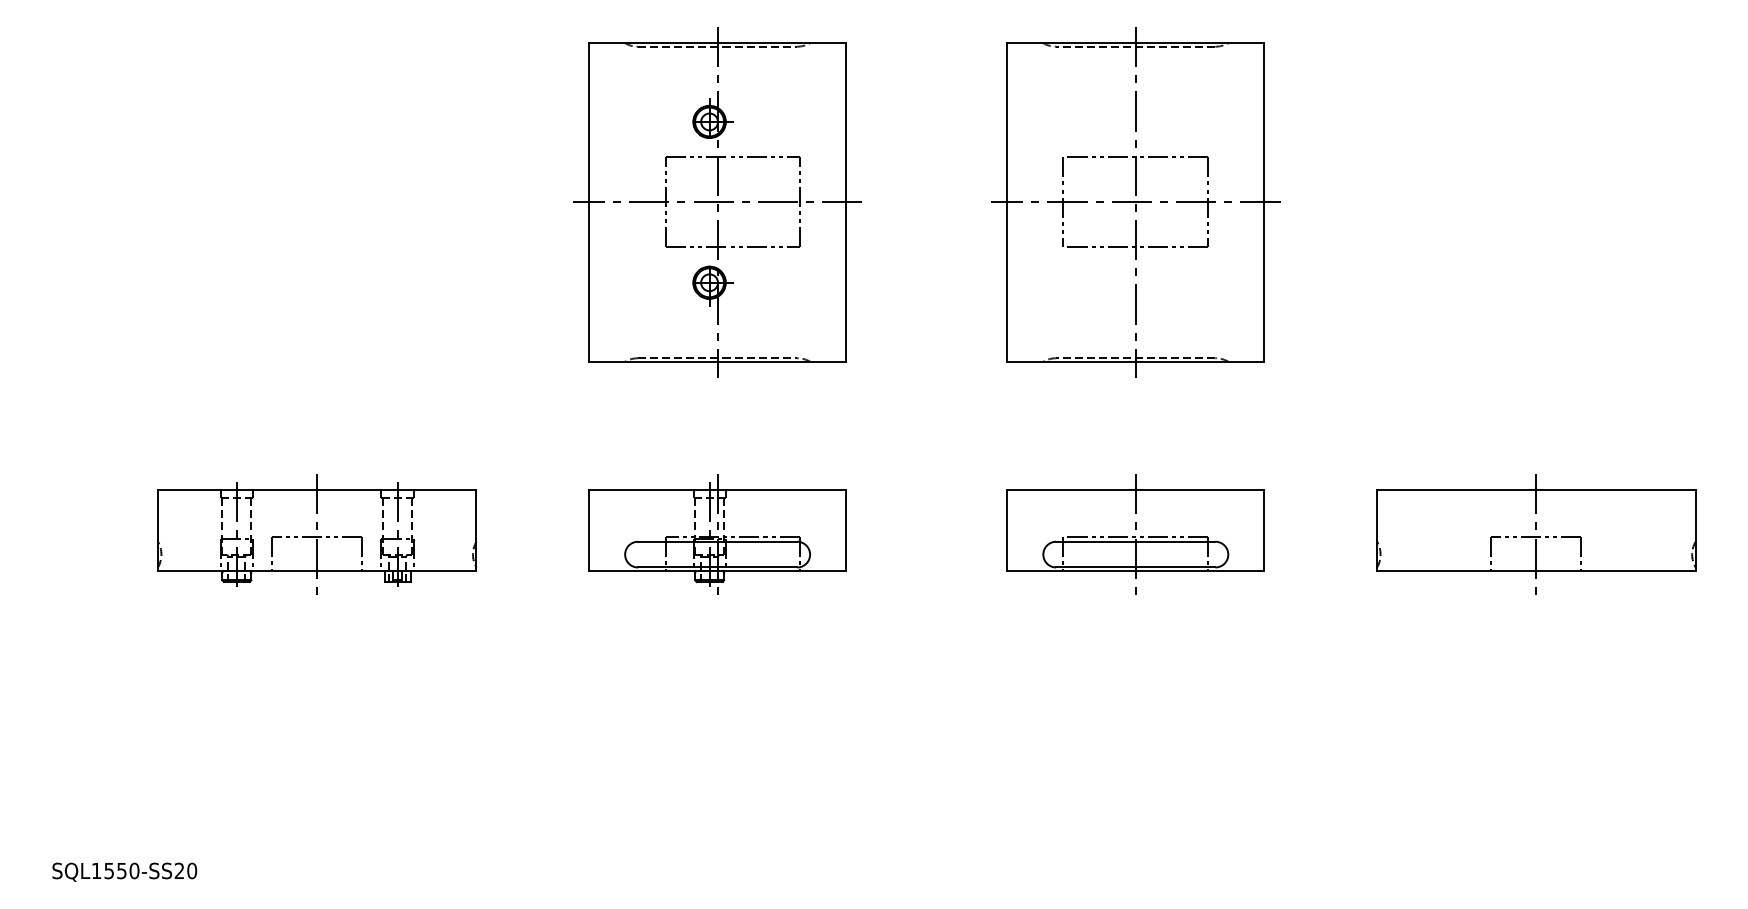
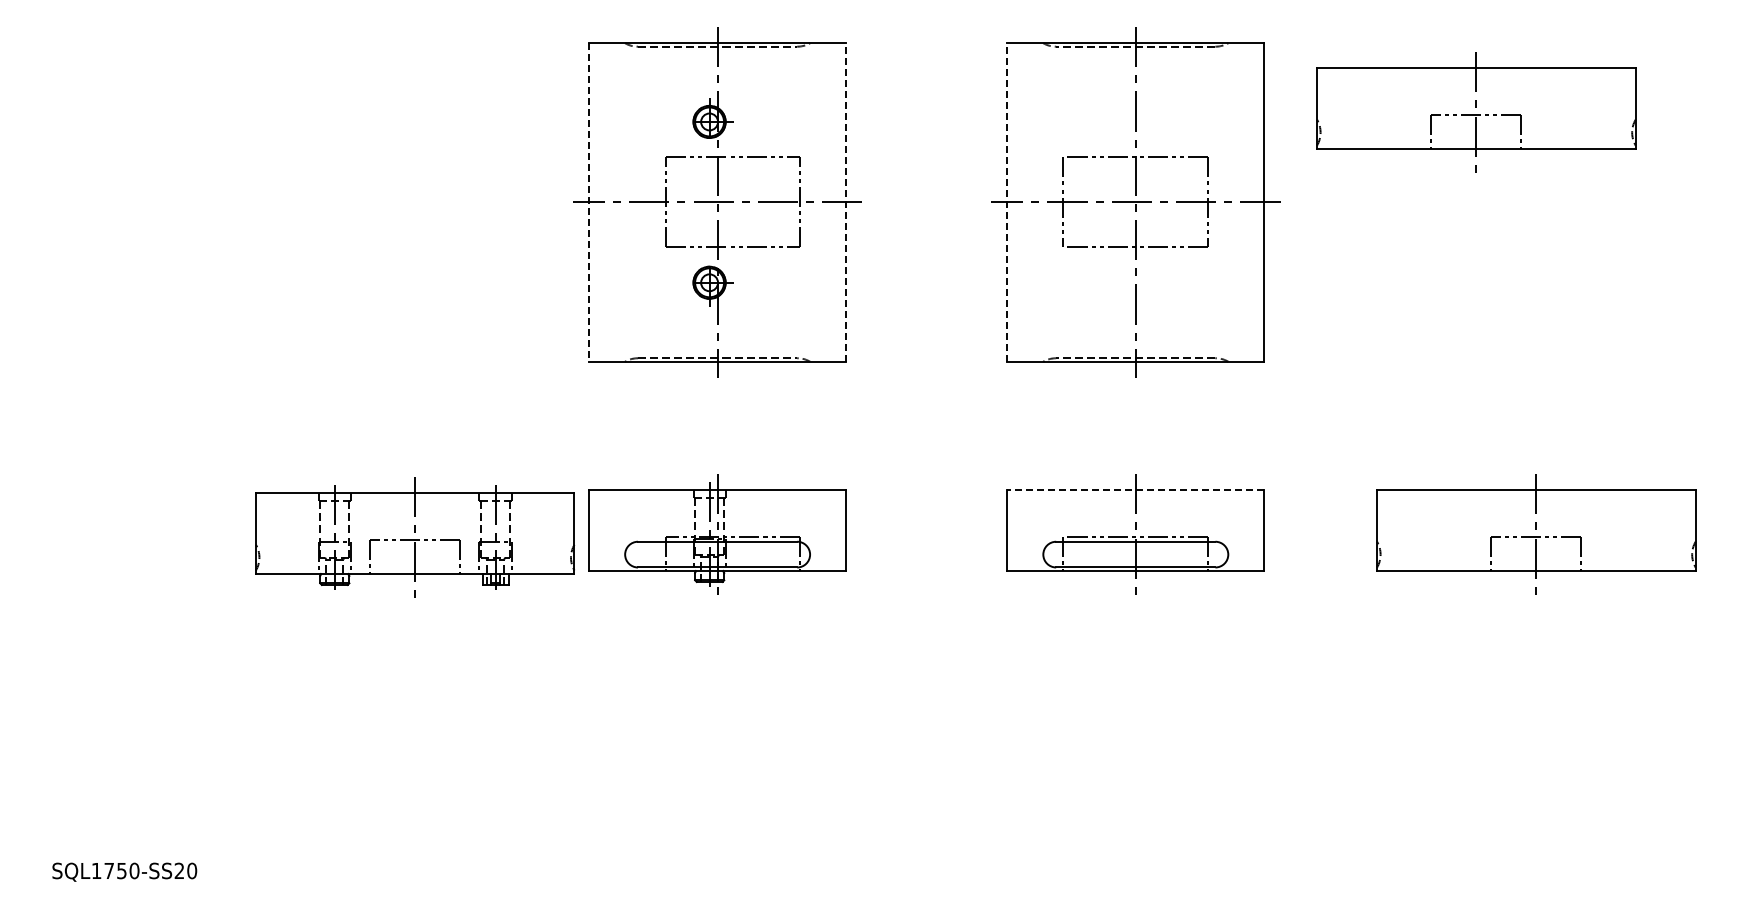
part at (1476, 112): none -> present
line at (846, 201): solid -> dashed
line at (1007, 201): solid -> dashed
line at (588, 202): solid -> dashed
line at (1135, 490): solid -> dashed
part at (317, 534) position: (317, 534) -> (415, 537)
text at (108, 871): SQL1550-SS20 -> SQL1750-SS20
